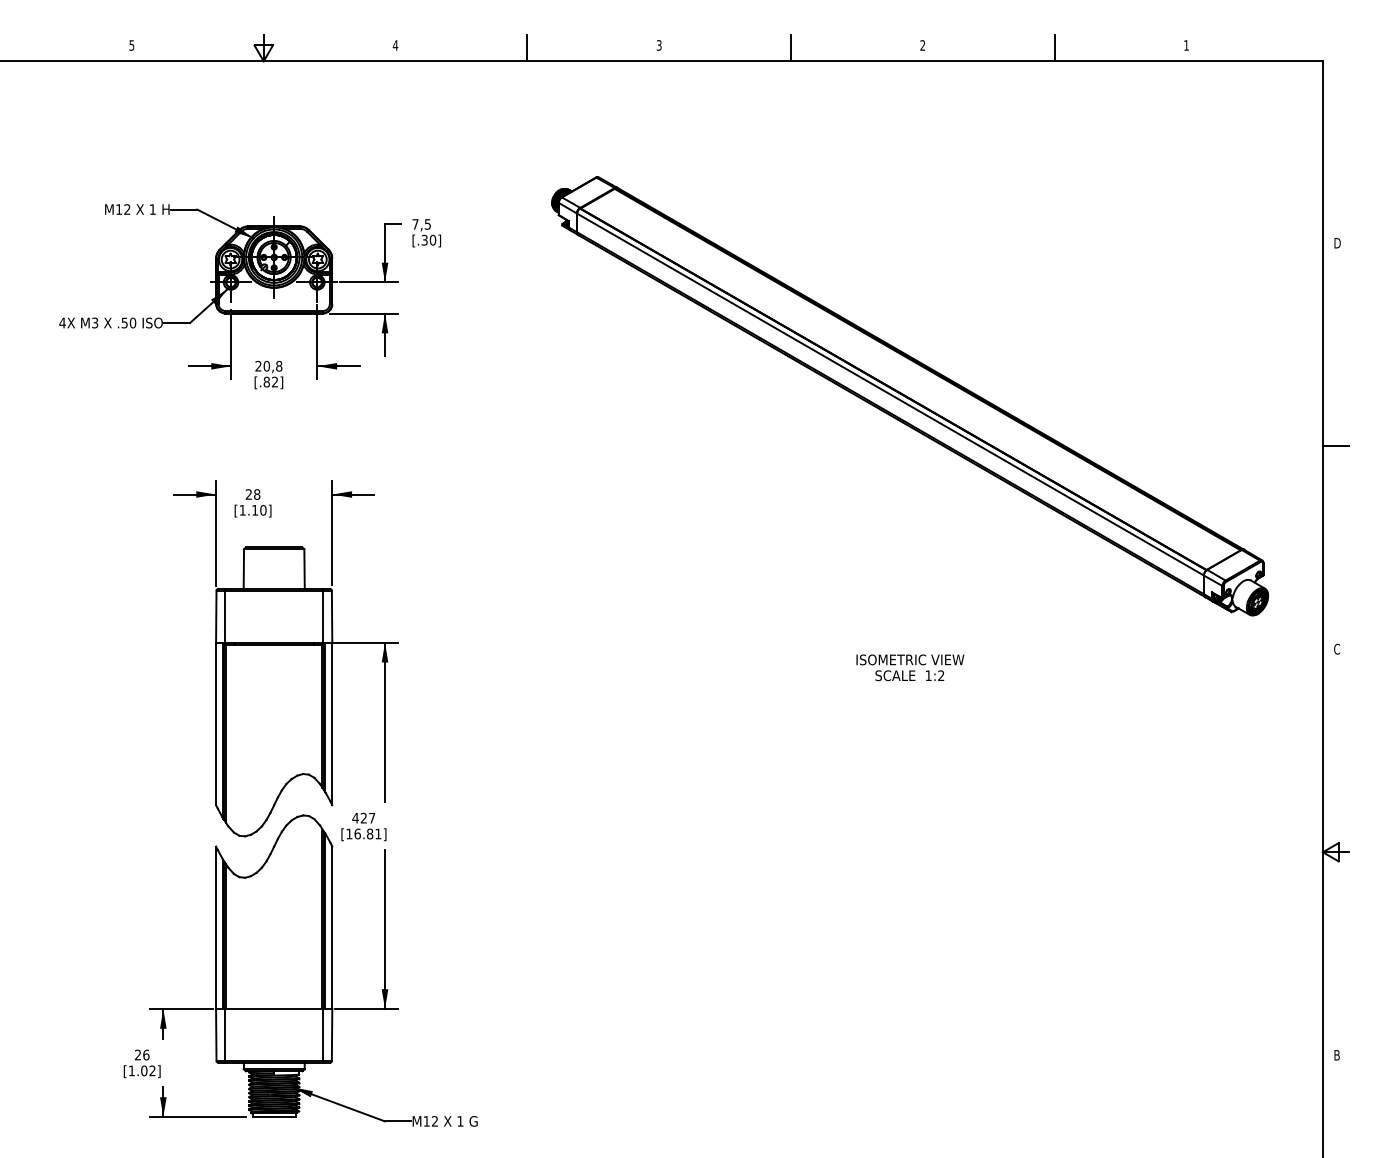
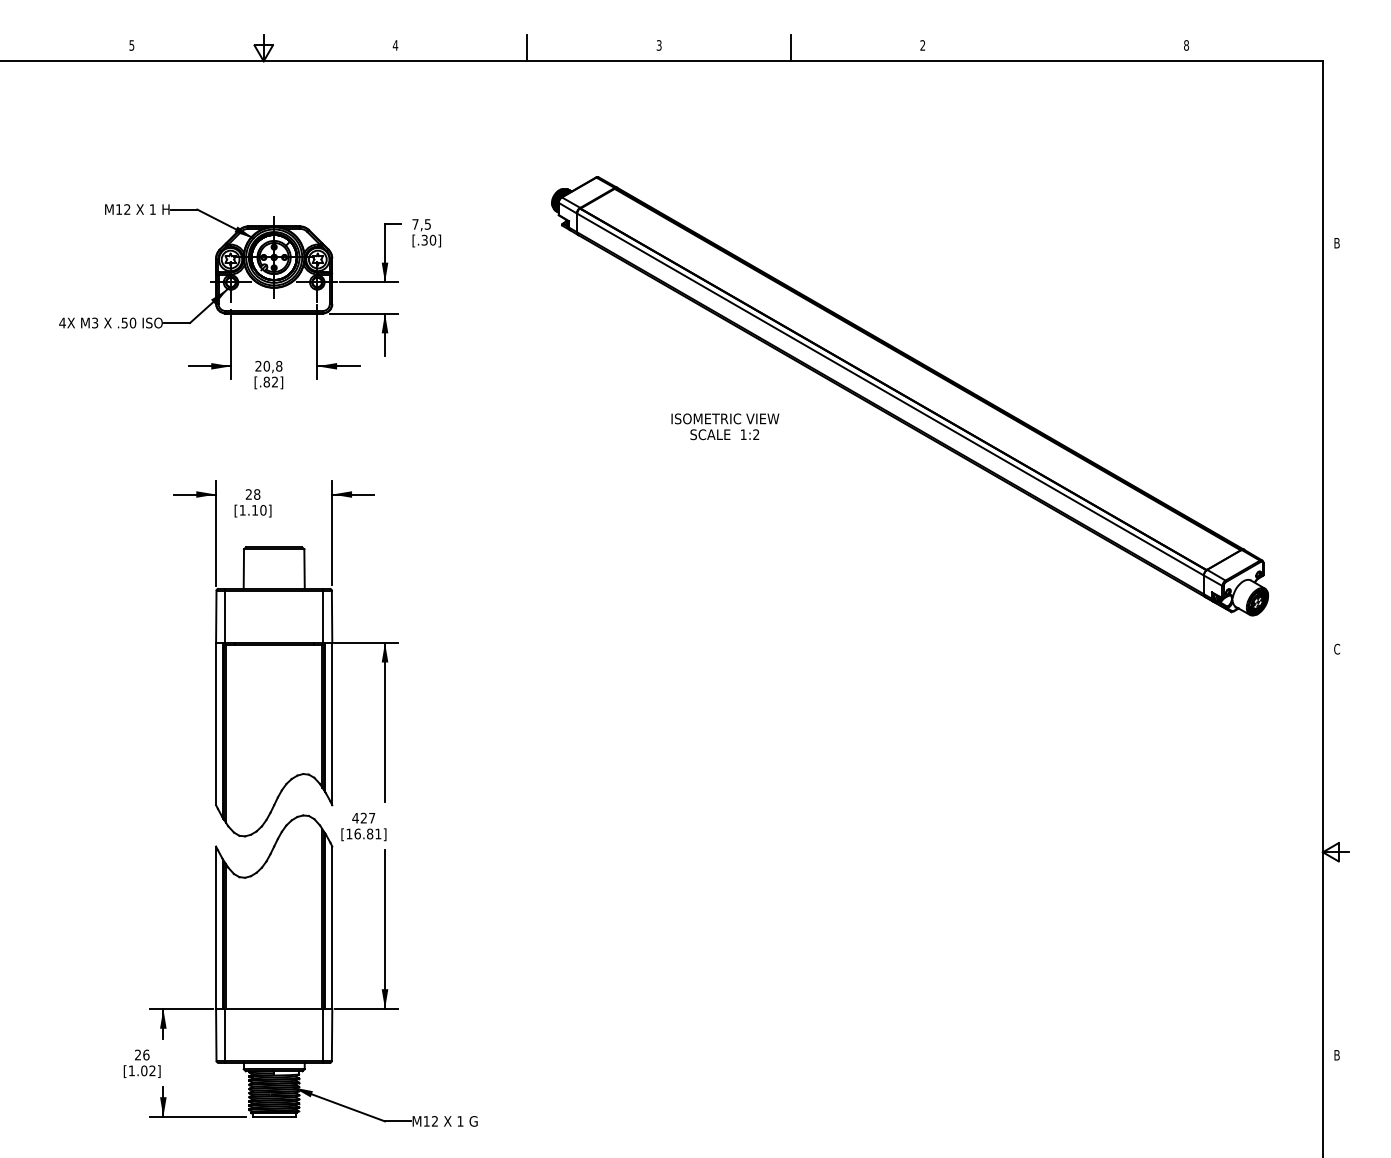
text at (1186, 45): 1 -> 8
line at (1054, 47): present -> none
text at (1337, 242): D -> B
line at (1335, 446): present -> none
text at (910, 667) position: (910, 667) -> (725, 426)
